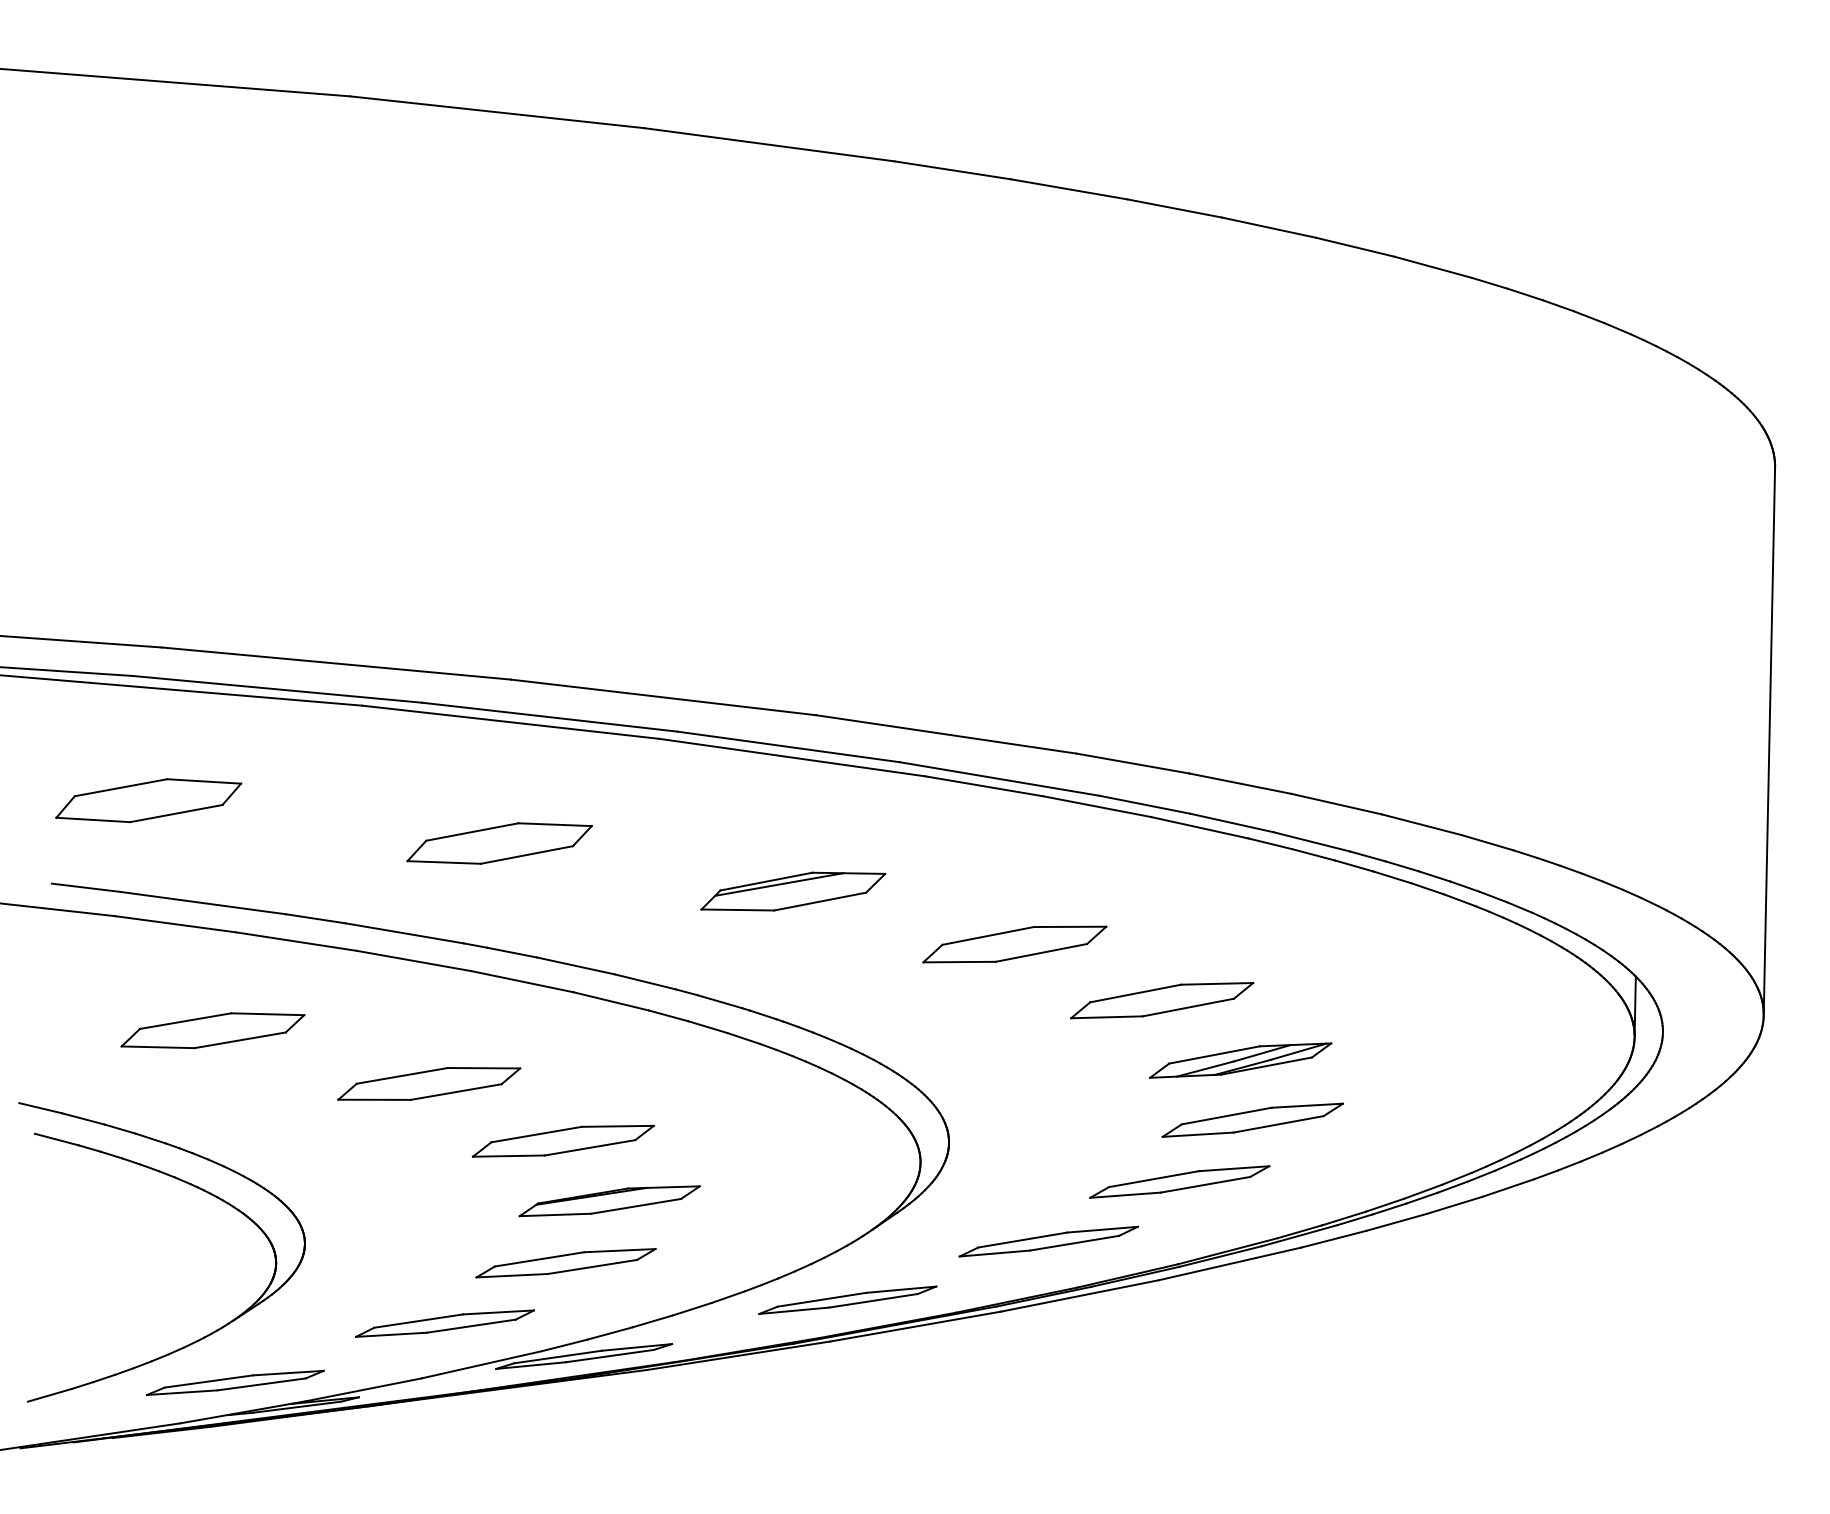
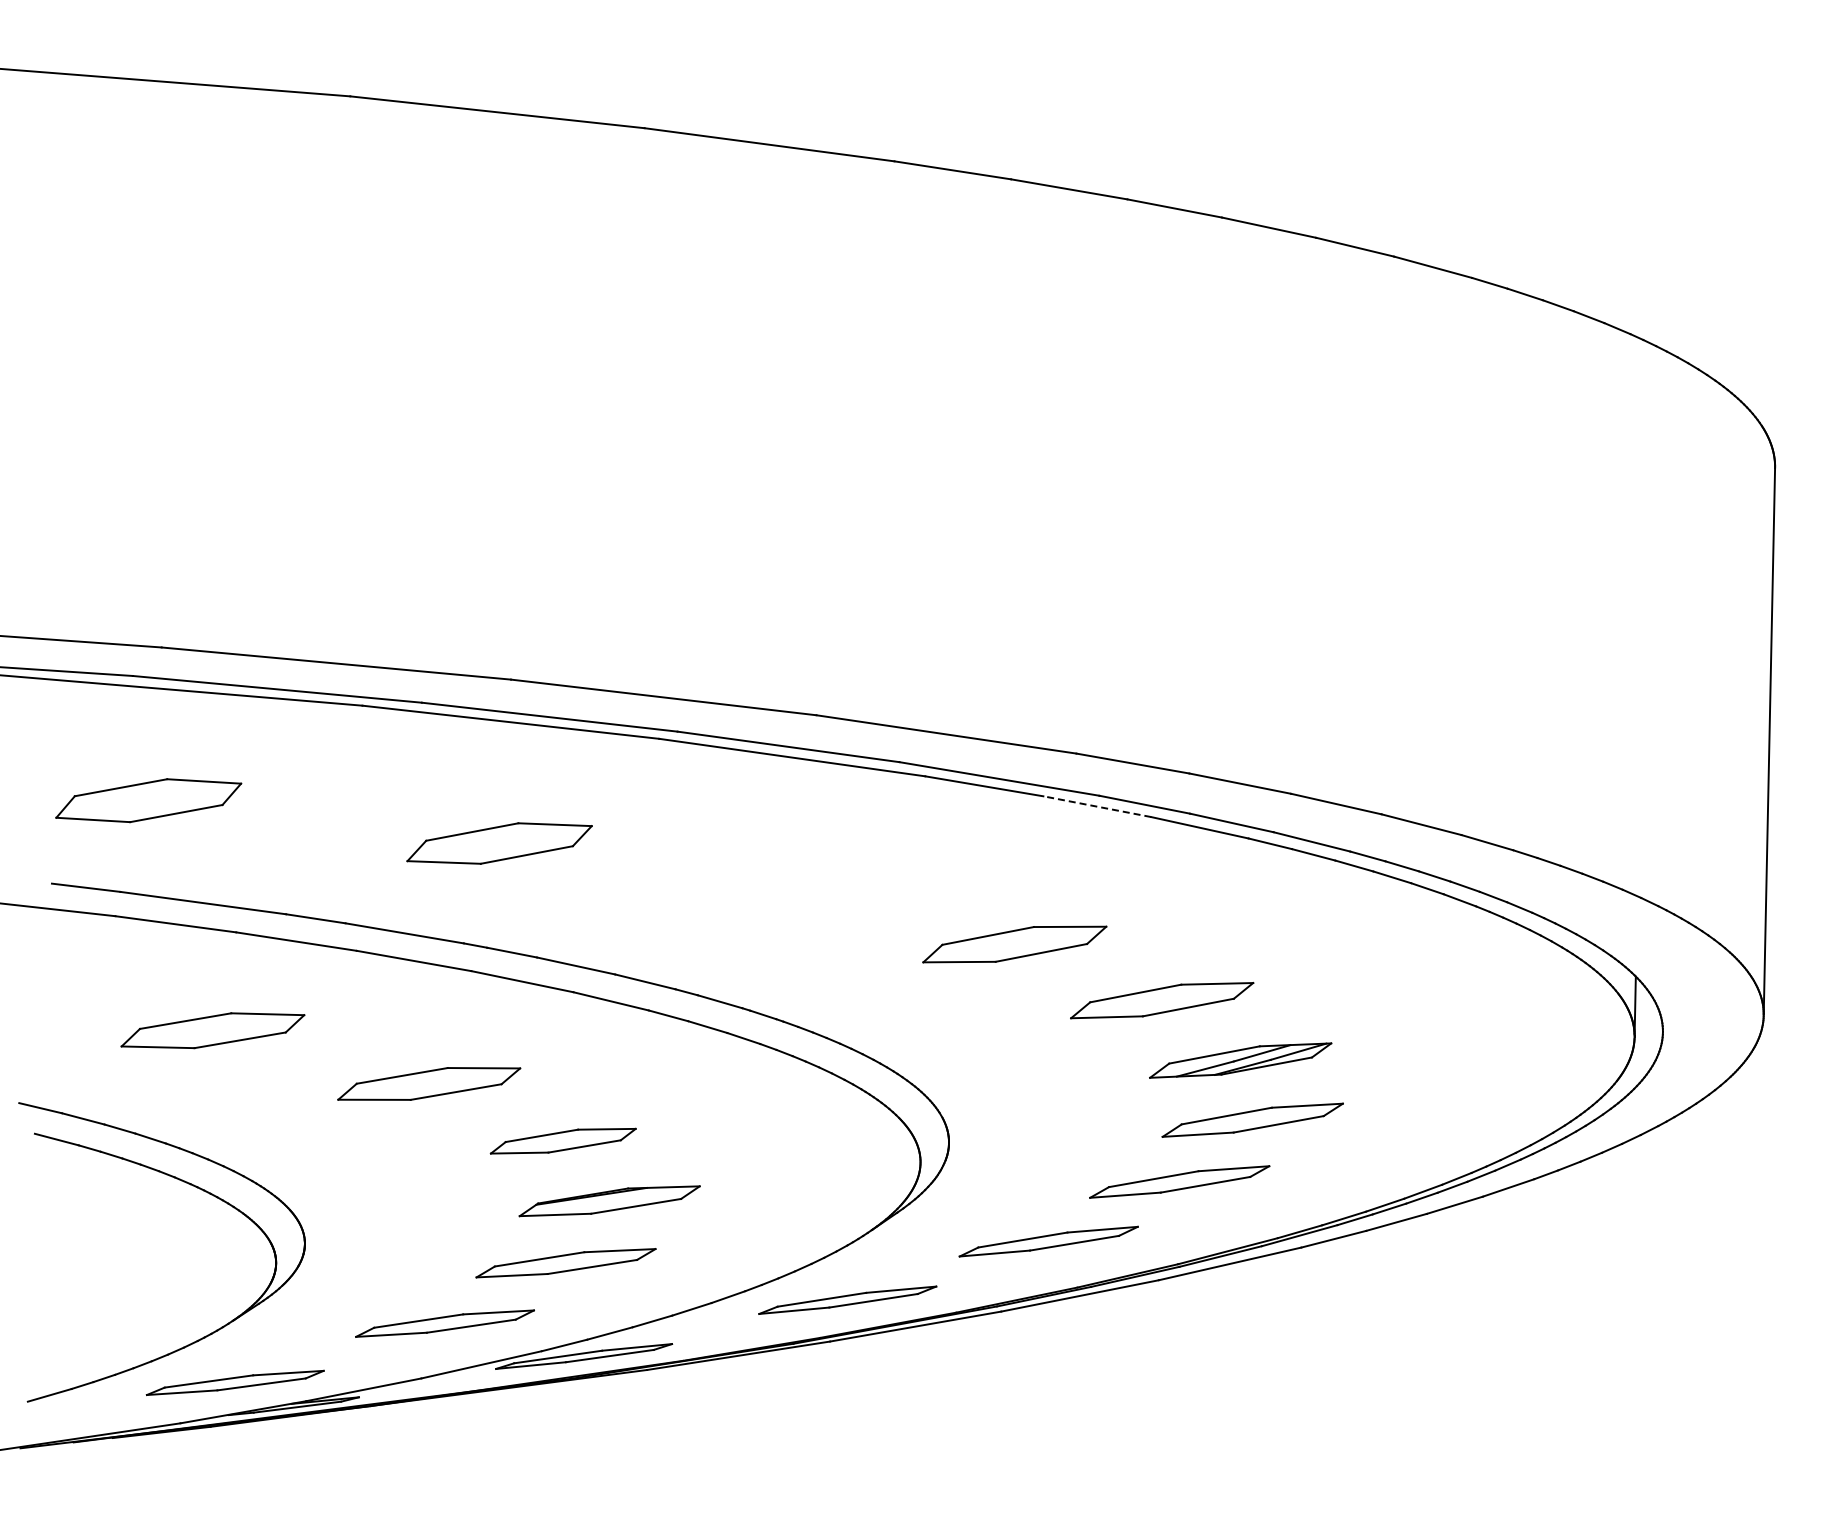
line at (1097, 806): solid -> dashed
part at (793, 891): present -> none
part at (562, 1140) size: 184x34 px -> 148x28 px
